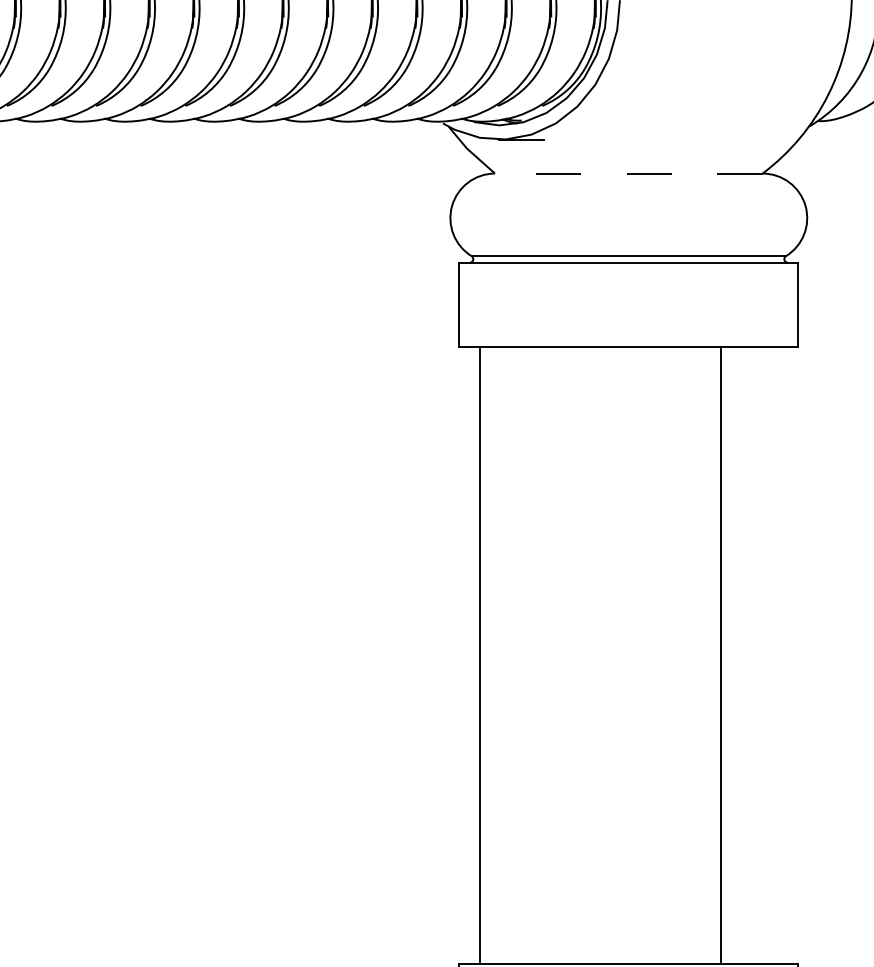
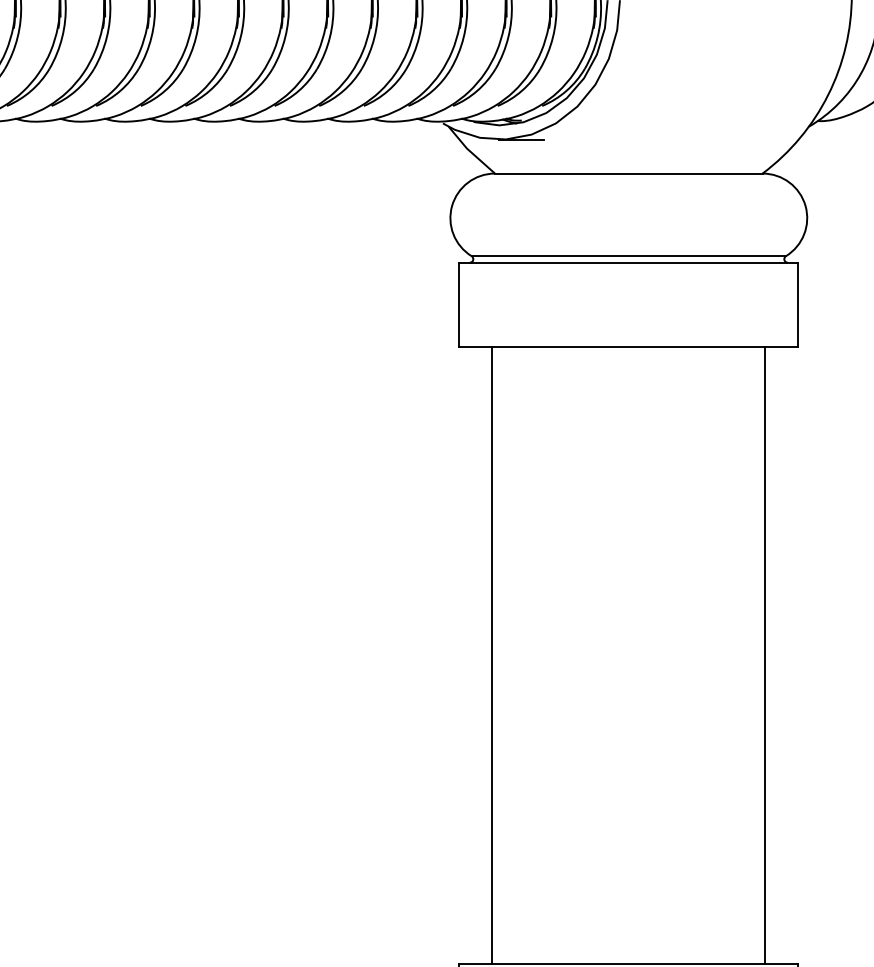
line at (628, 173): dashed -> solid
line at (480, 654) position: (480, 654) -> (492, 654)
line at (721, 654) position: (721, 654) -> (765, 654)
